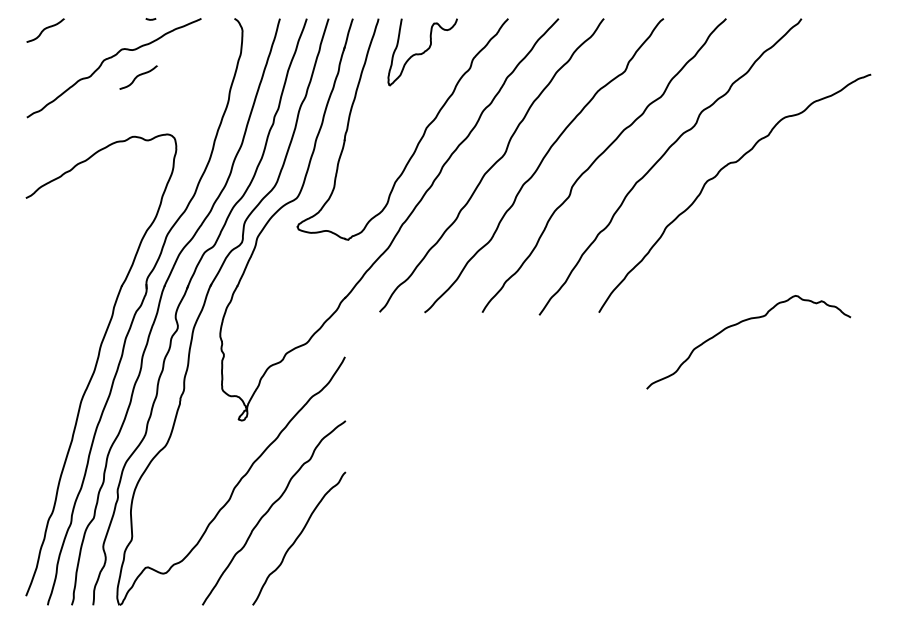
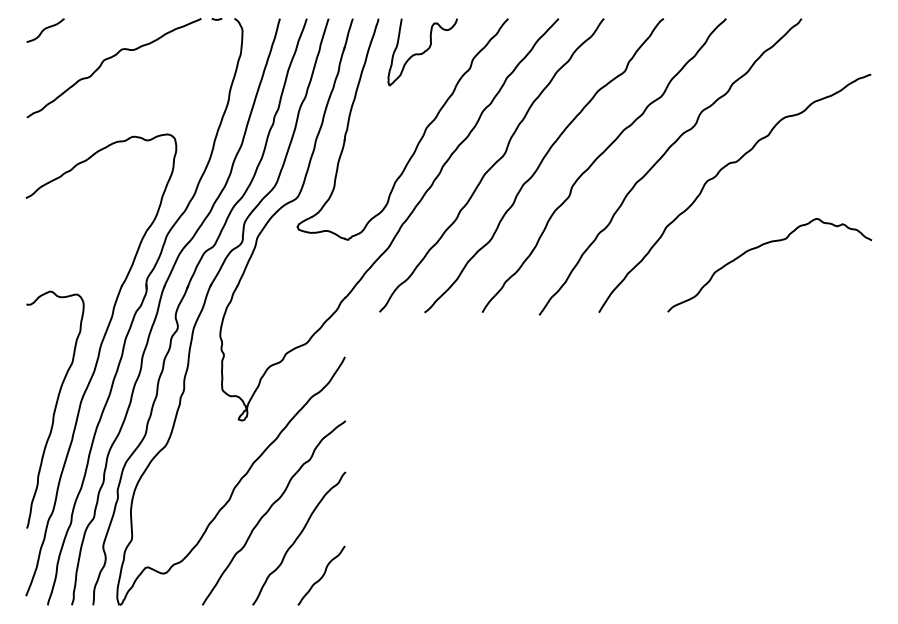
curve at (150, 19) position: (150, 19) -> (216, 19)
curve at (138, 76): present -> none
curve at (738, 324) position: (738, 324) -> (759, 247)
curve at (55, 409): none -> present
curve at (322, 575): none -> present
